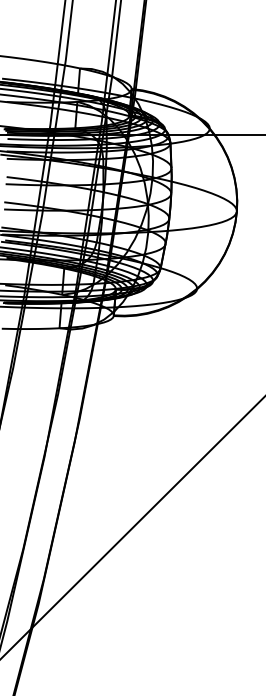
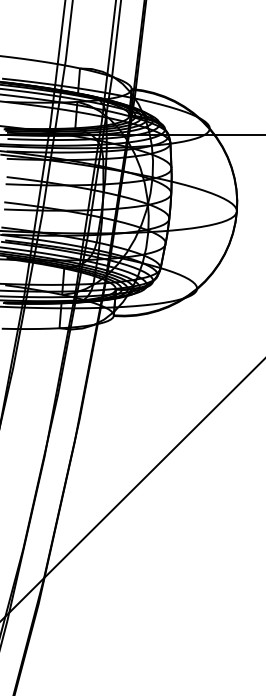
line at (132, 527) position: (132, 527) -> (132, 489)
